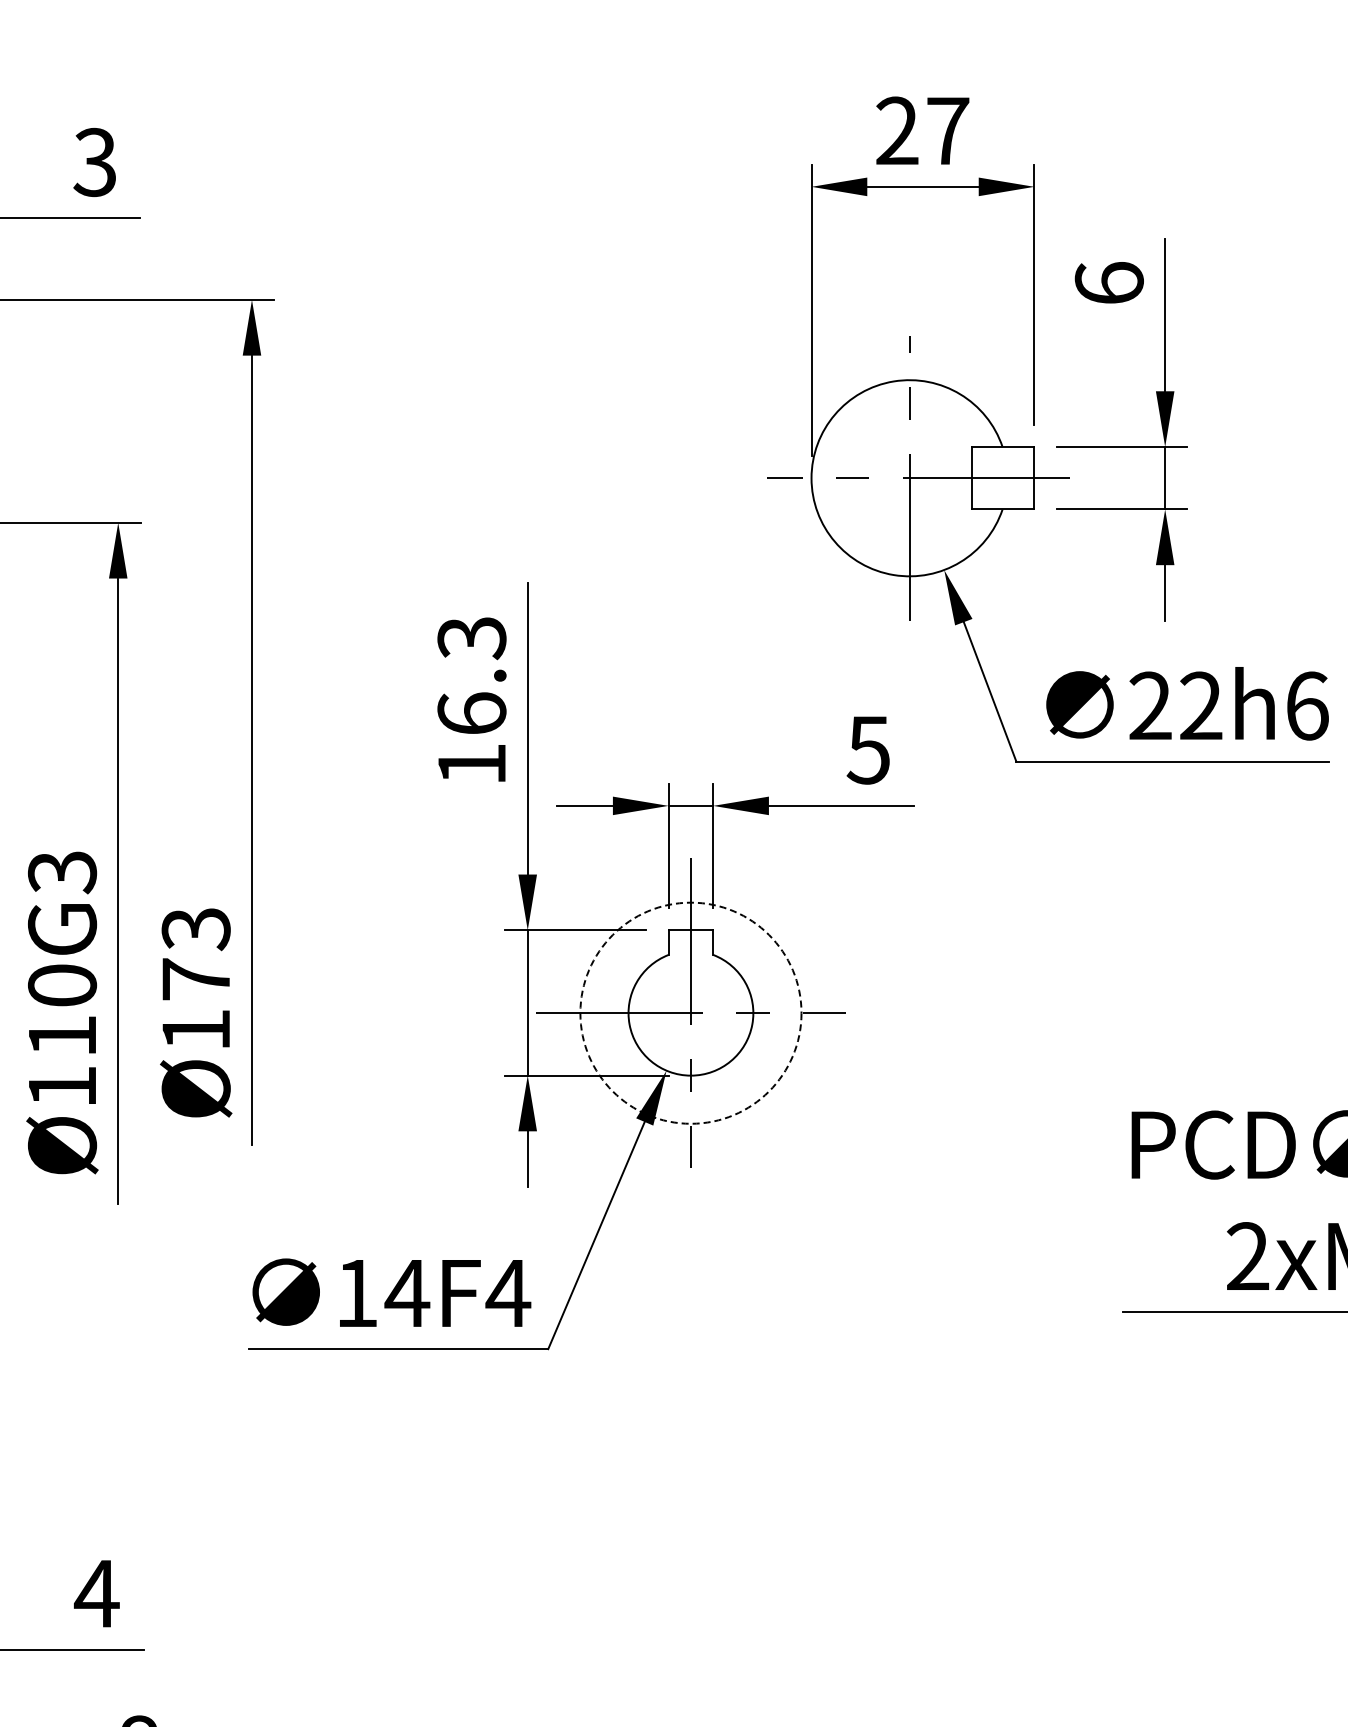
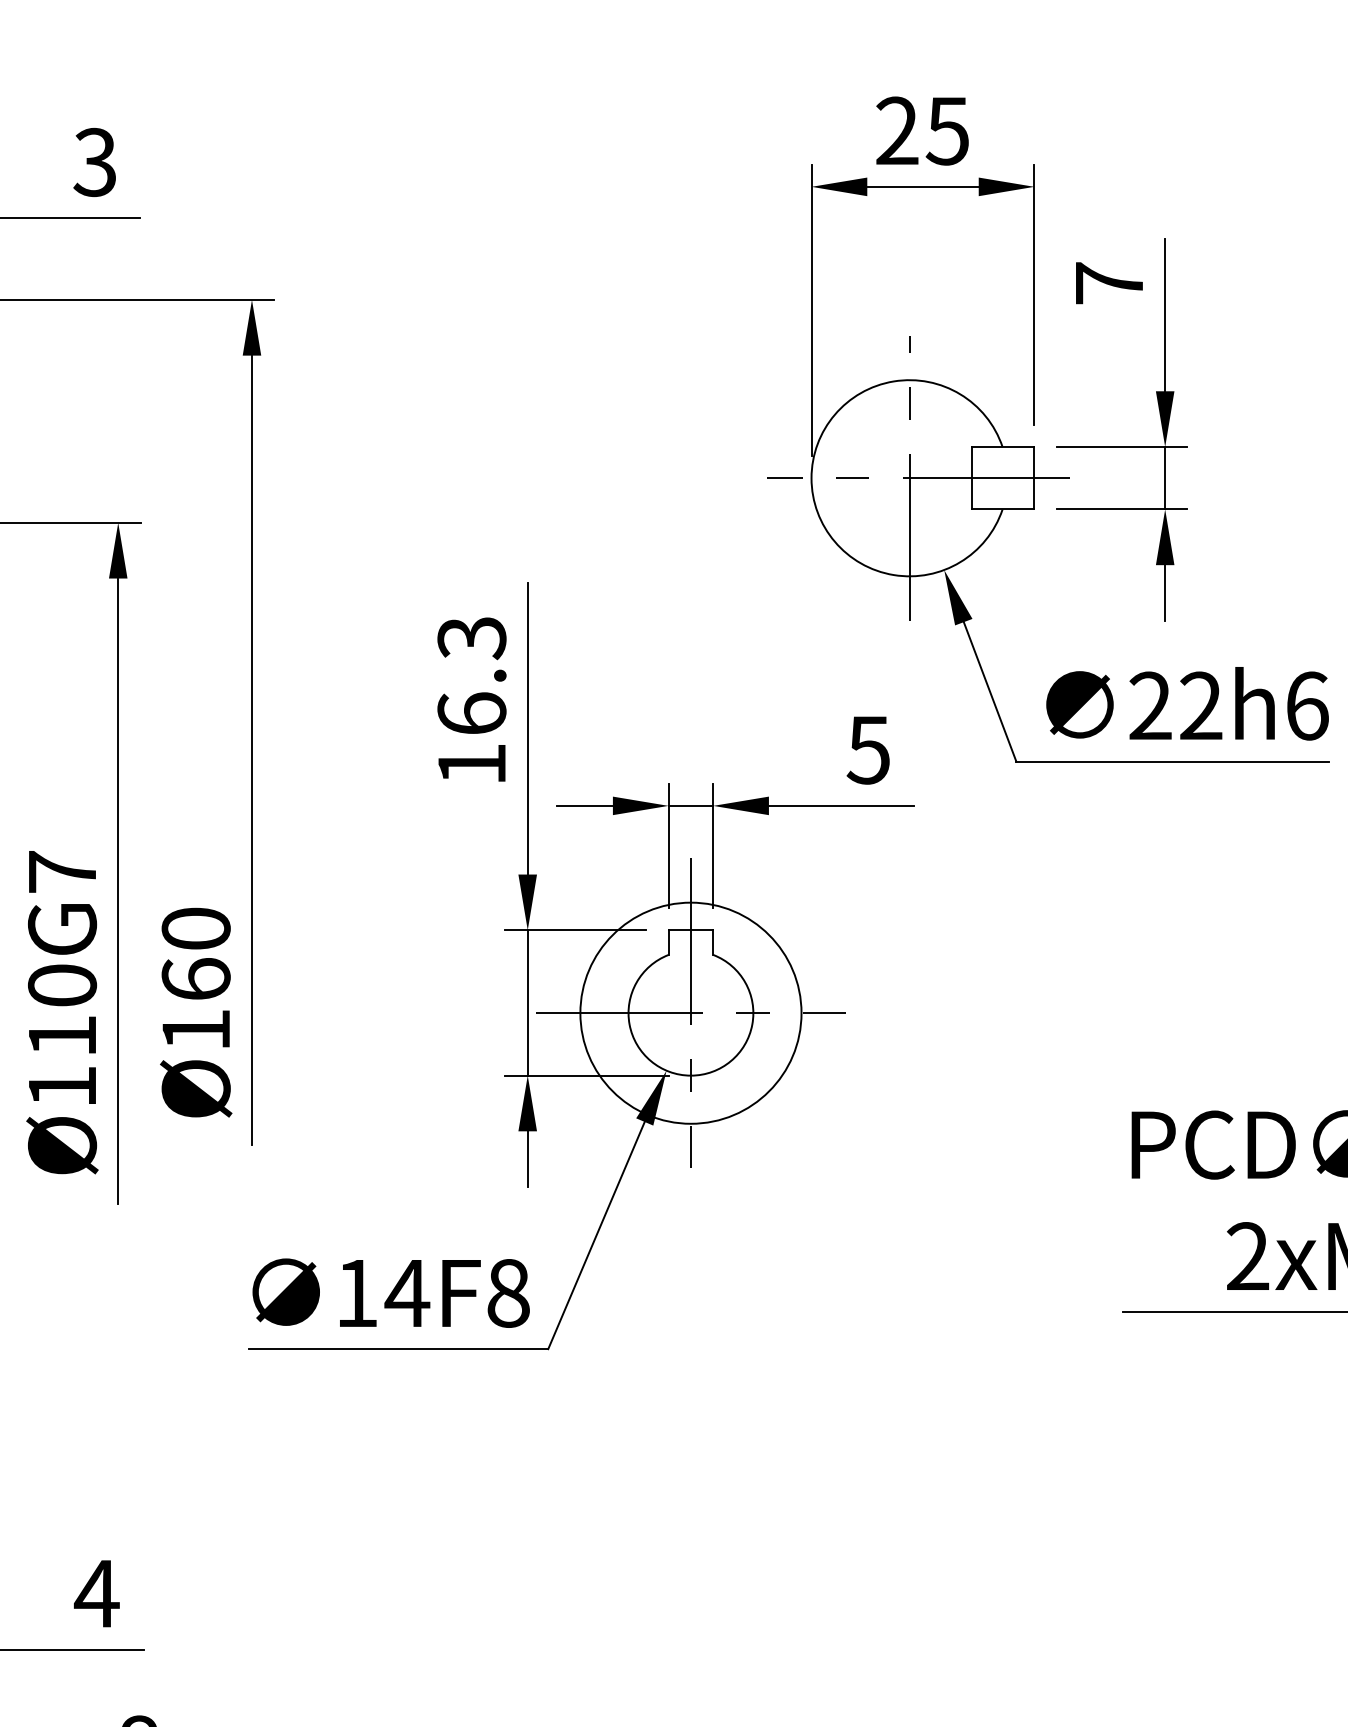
text at (947, 131): 27 -> 25
text at (1108, 283): 6 -> 7
text at (62, 872): Ø110G3 -> Ø110G7
text at (195, 953): Ø173 -> Ø160
circle at (690, 1012): dashed -> solid
text at (508, 1293): 14F4 -> 14F8
